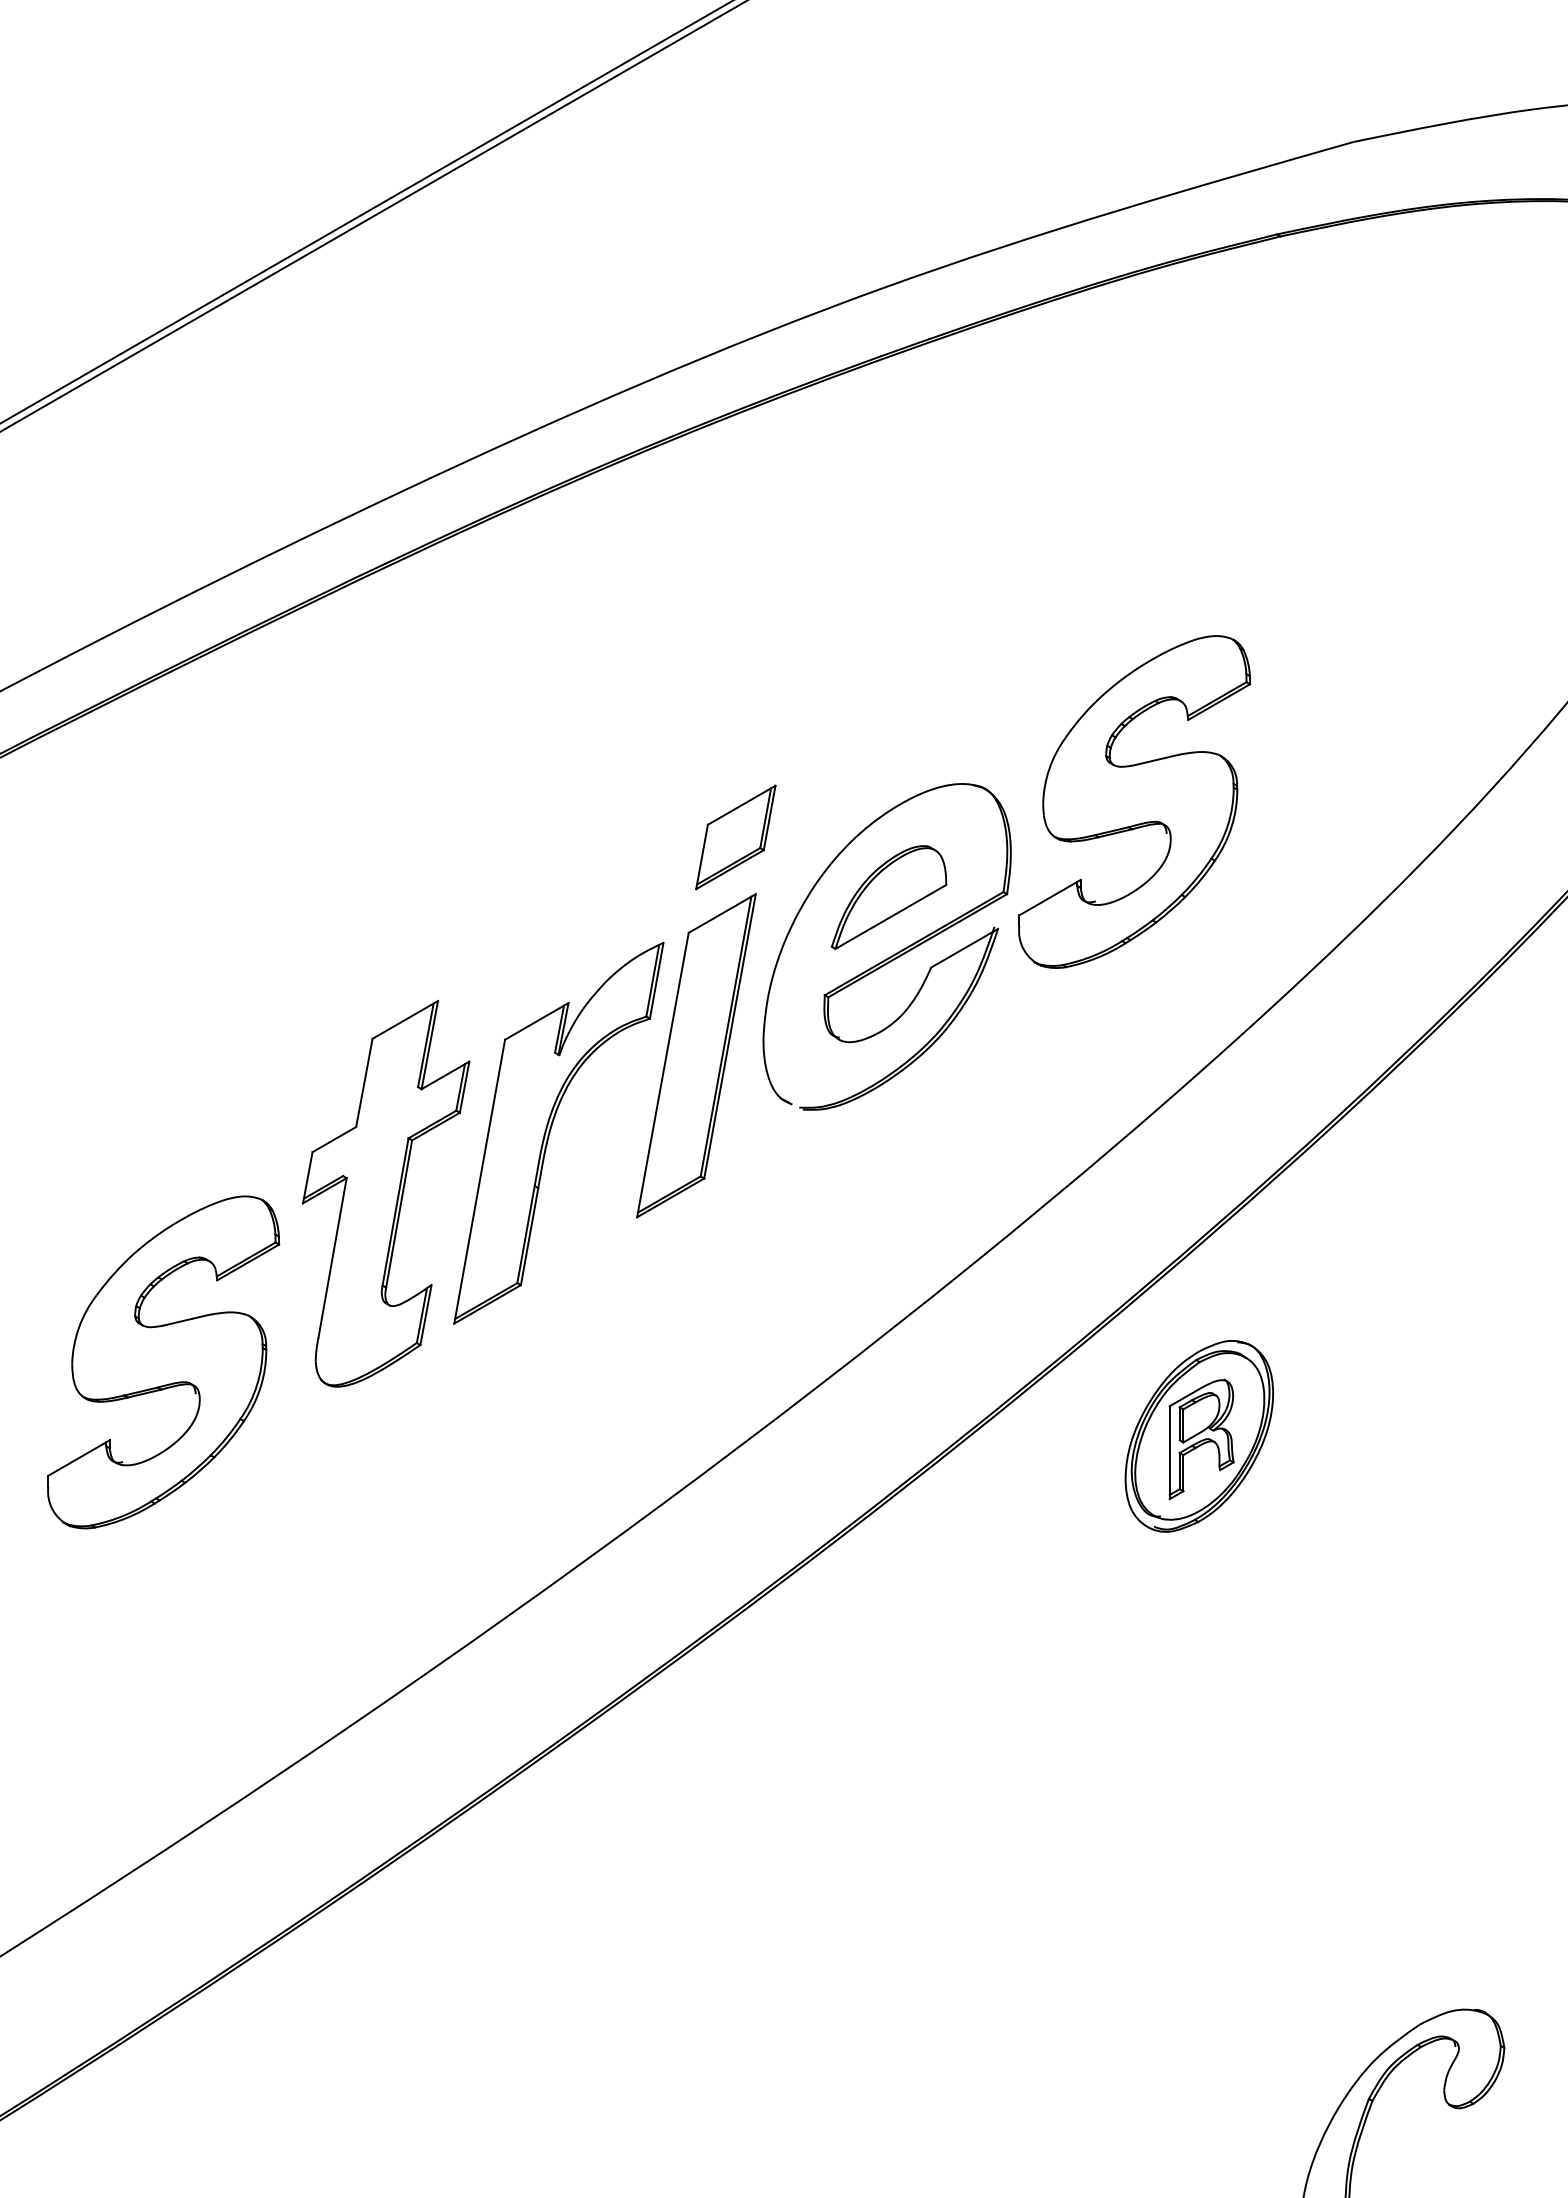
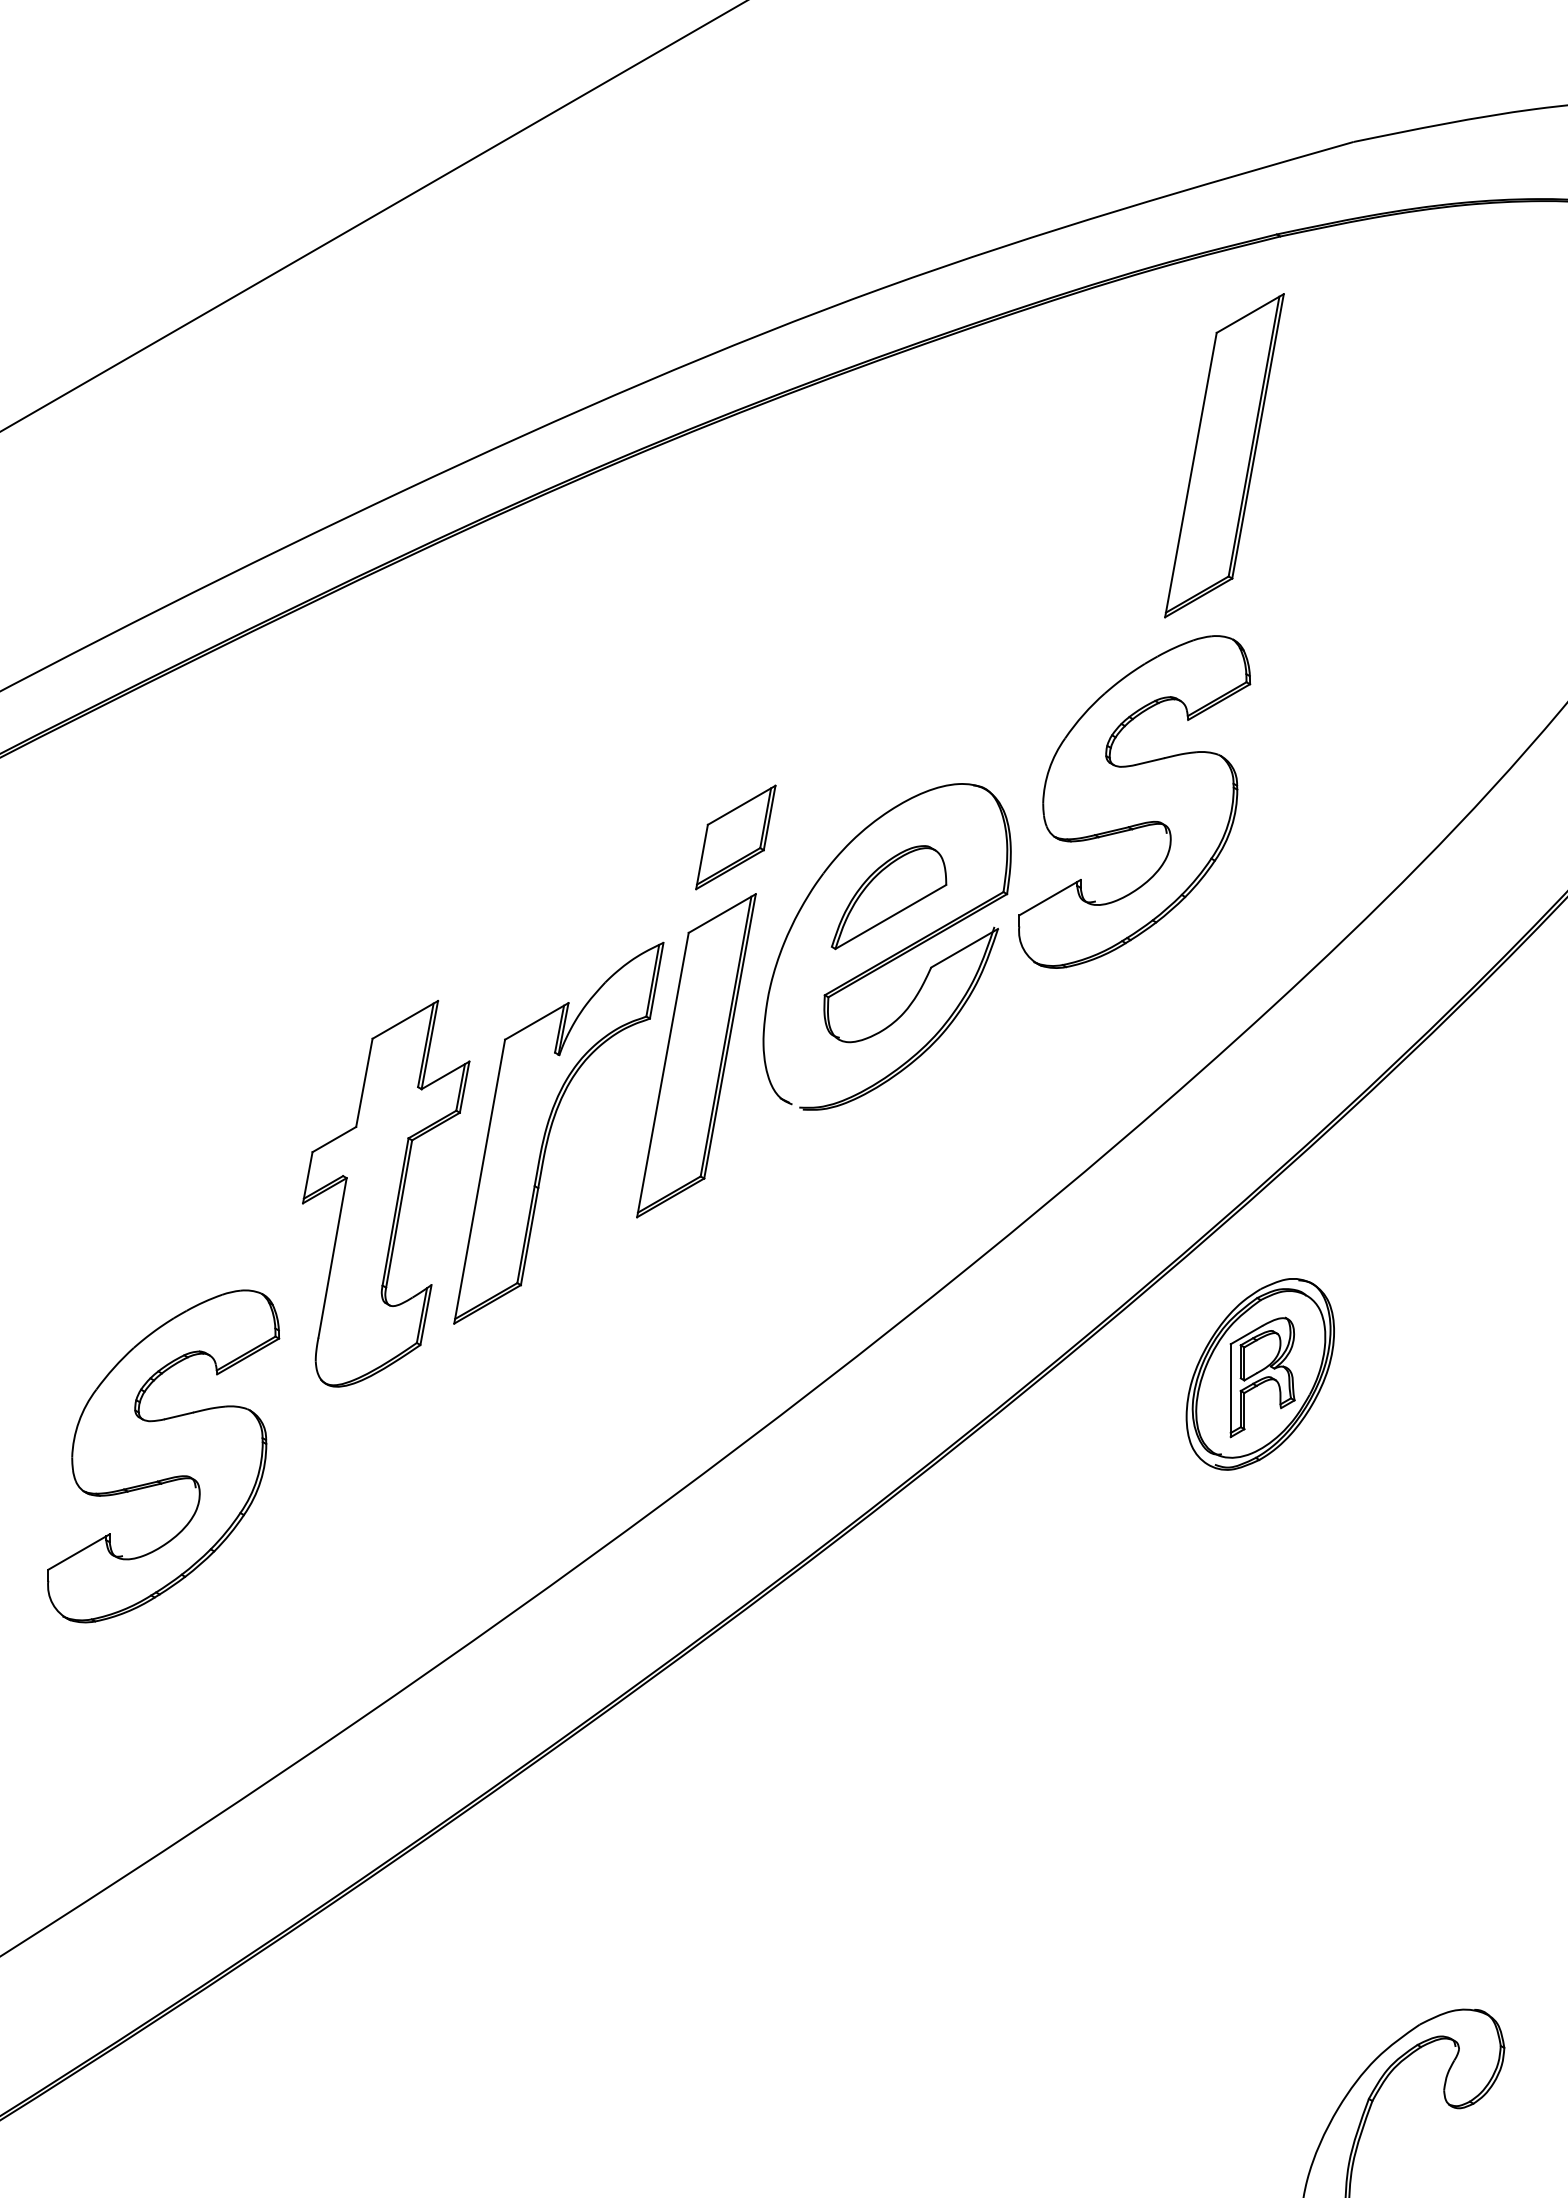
line at (366, 212): present -> none
part at (1224, 455): none -> present
part at (163, 1362) position: (163, 1362) -> (163, 1456)
part at (1198, 1436) position: (1198, 1436) -> (1259, 1374)
